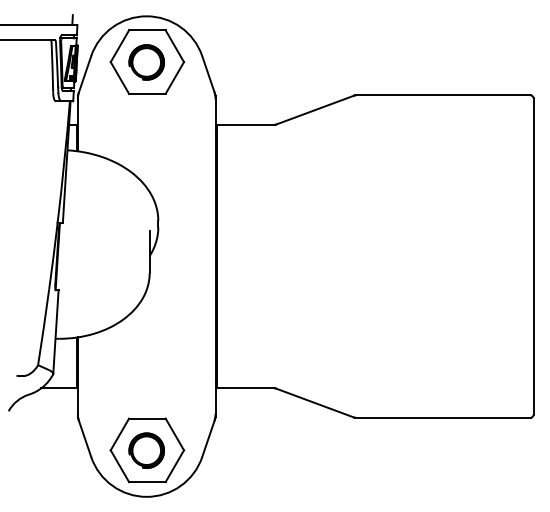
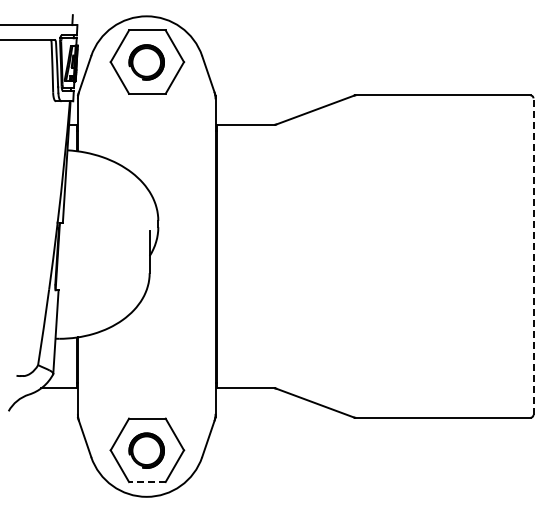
line at (533, 256): solid -> dashed
line at (146, 482): solid -> dashed
